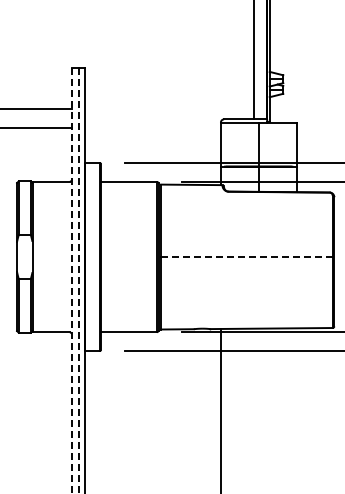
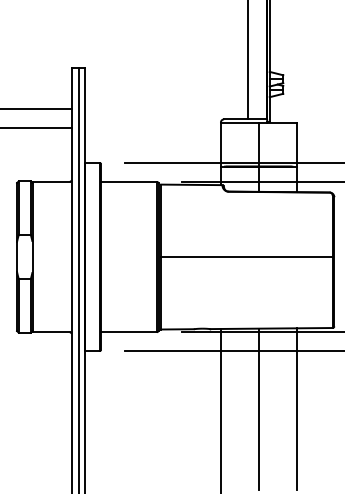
line at (253, 60) position: (253, 60) -> (247, 60)
line at (246, 257): dashed -> solid
line at (72, 280): dashed -> solid
line at (78, 280): dashed -> solid
line at (258, 408): none -> present
line at (296, 408): none -> present
